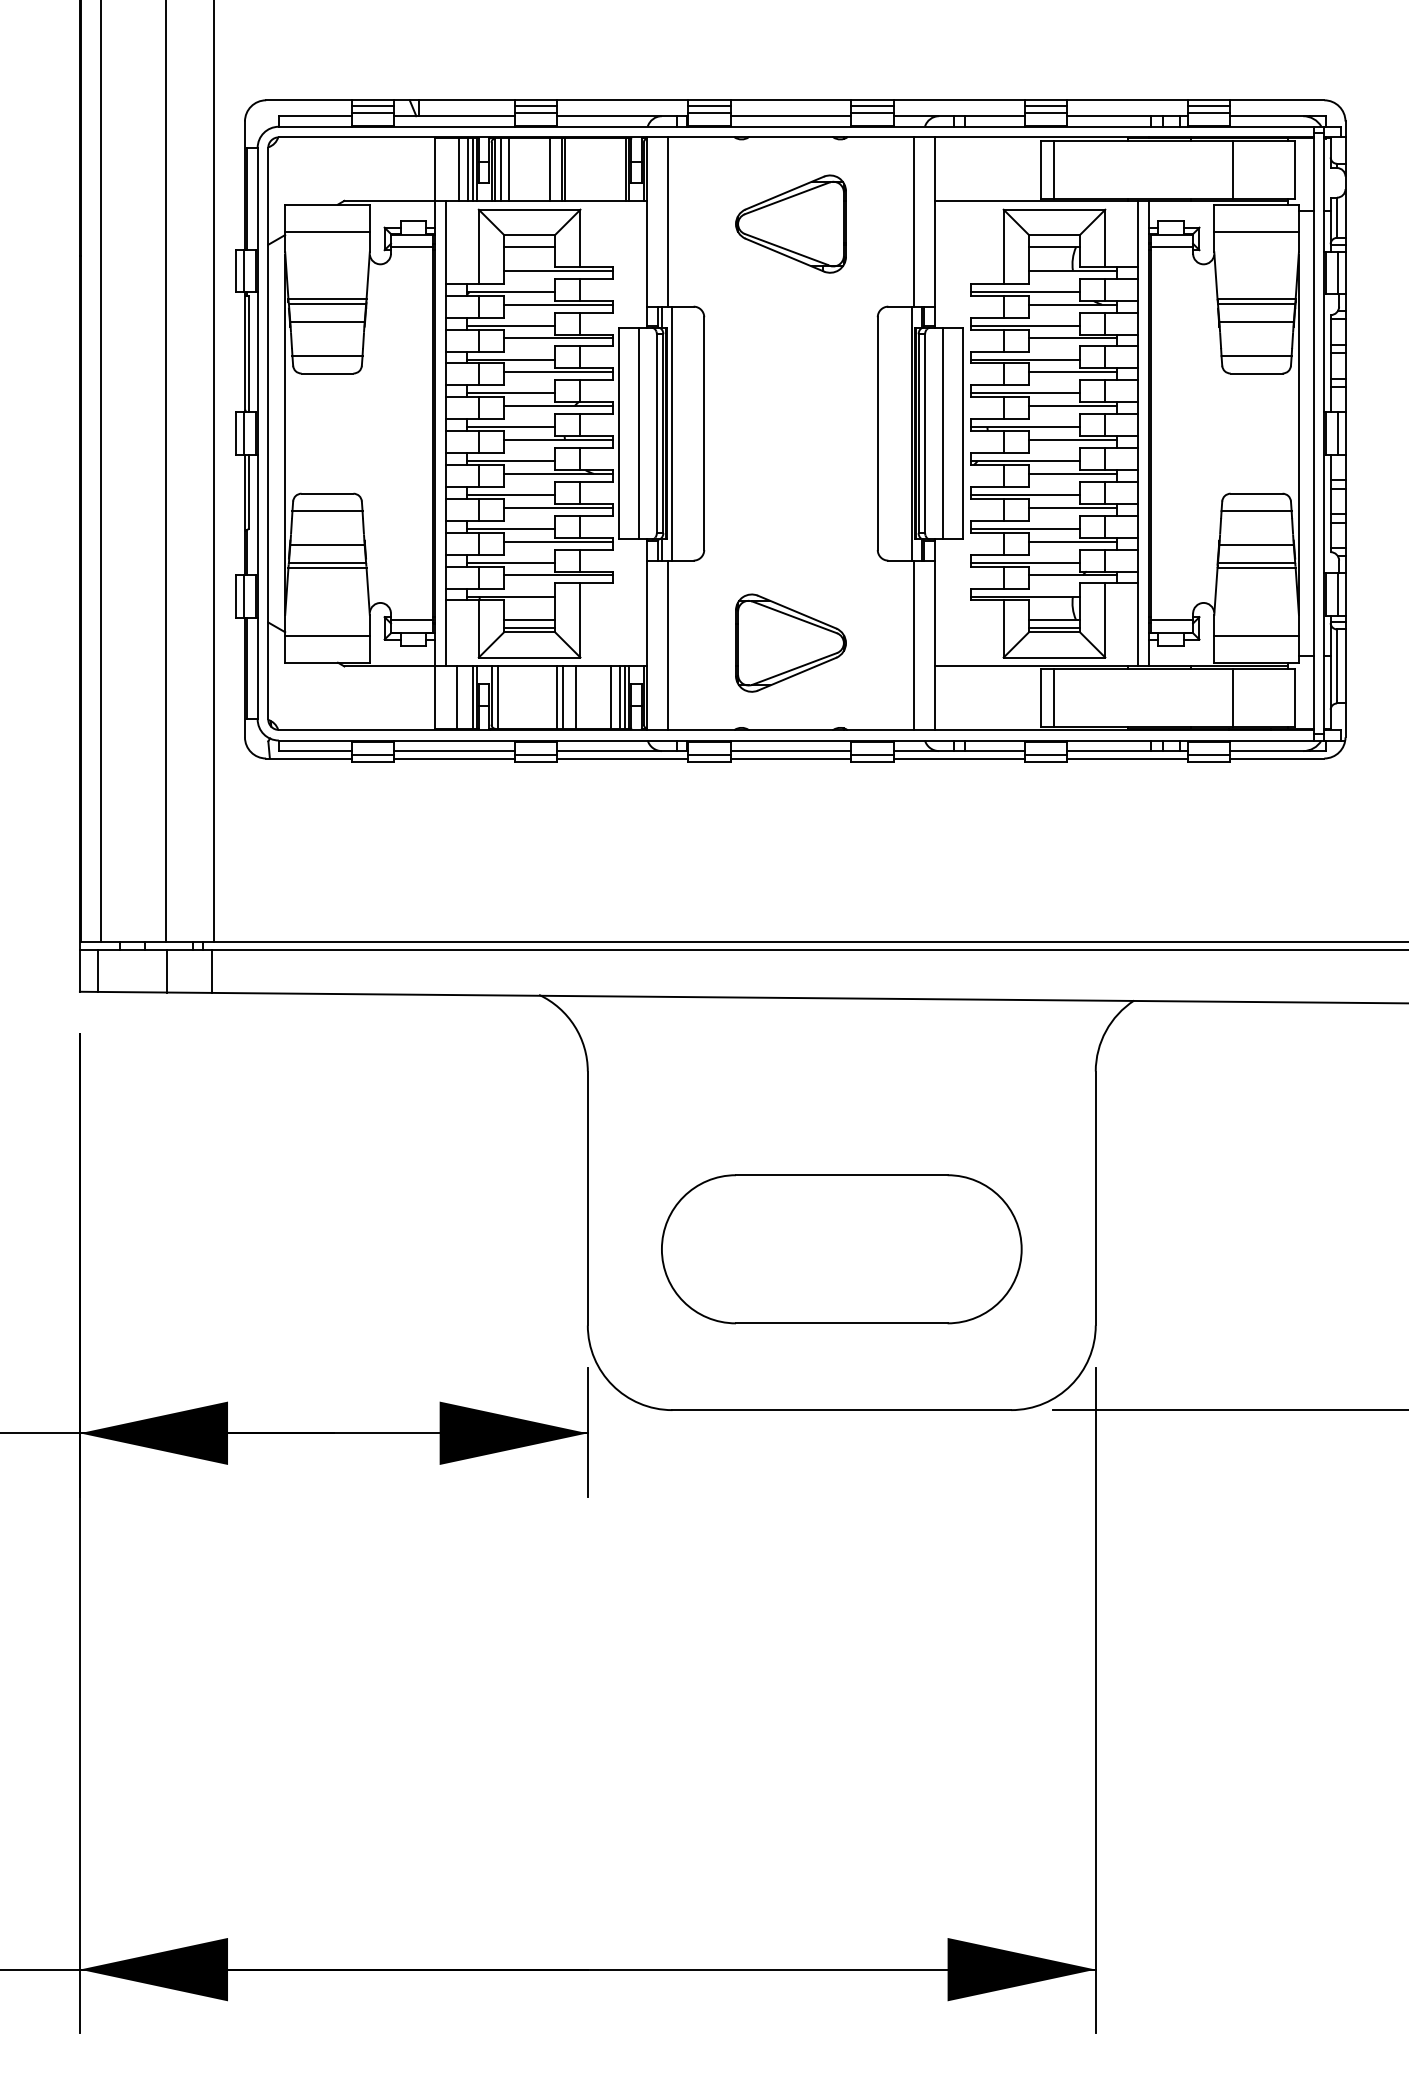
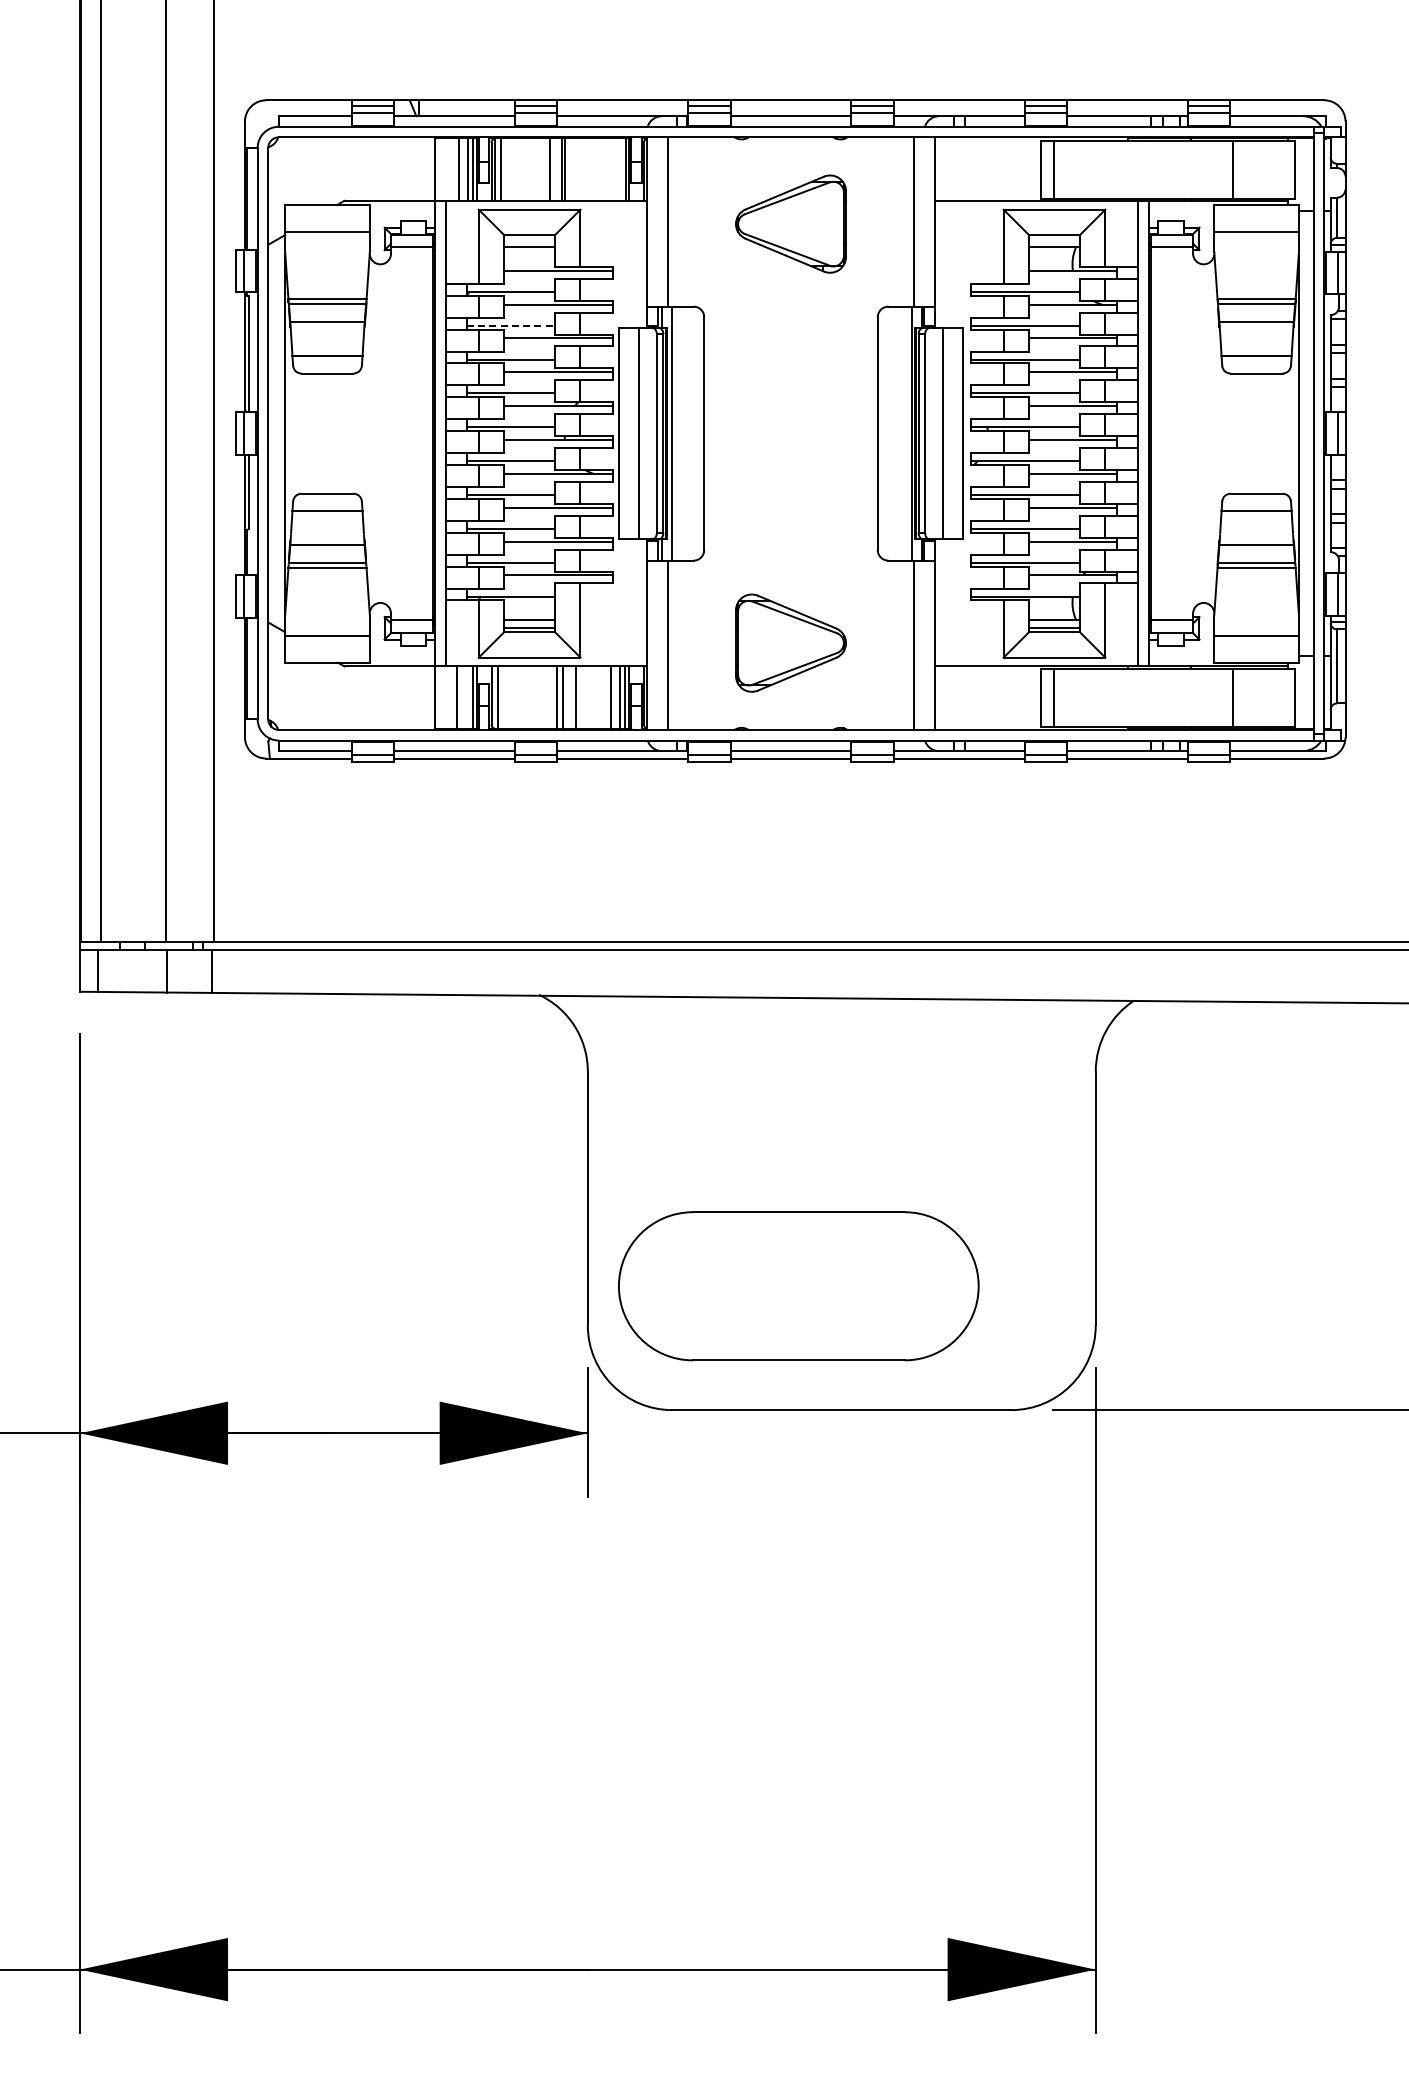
line at (509, 169): present -> none
line at (511, 325): solid -> dashed
part at (841, 1249) position: (841, 1249) -> (798, 1286)
